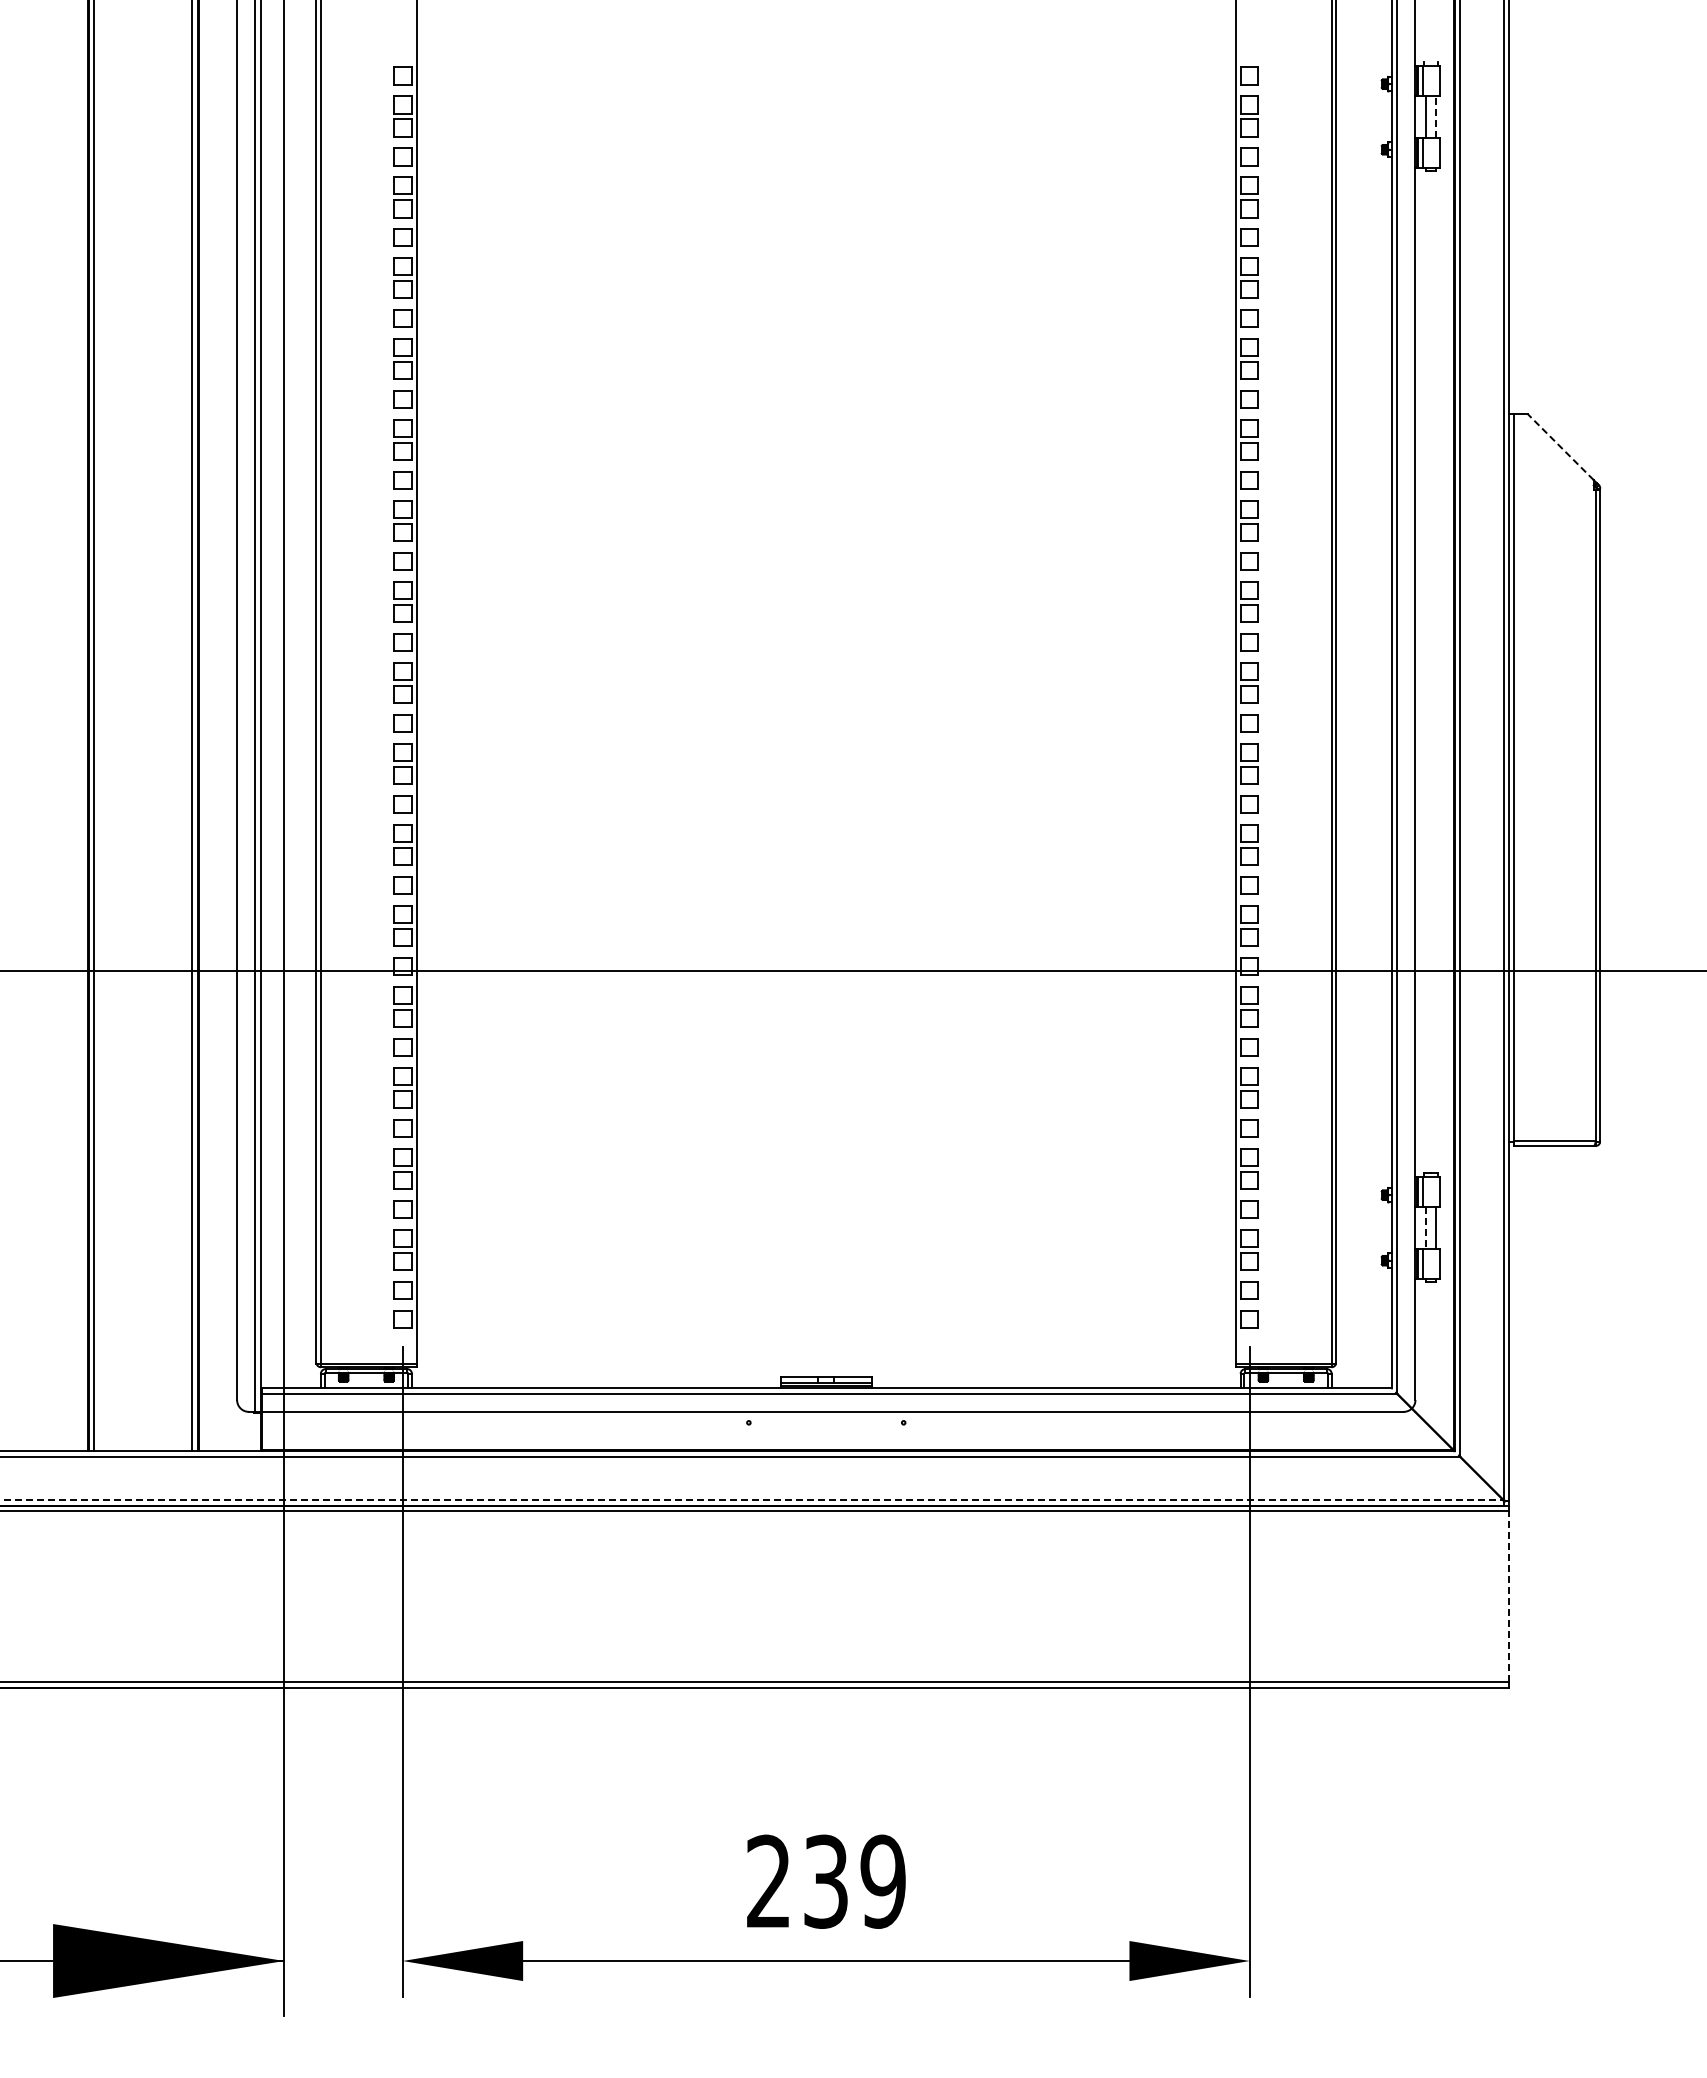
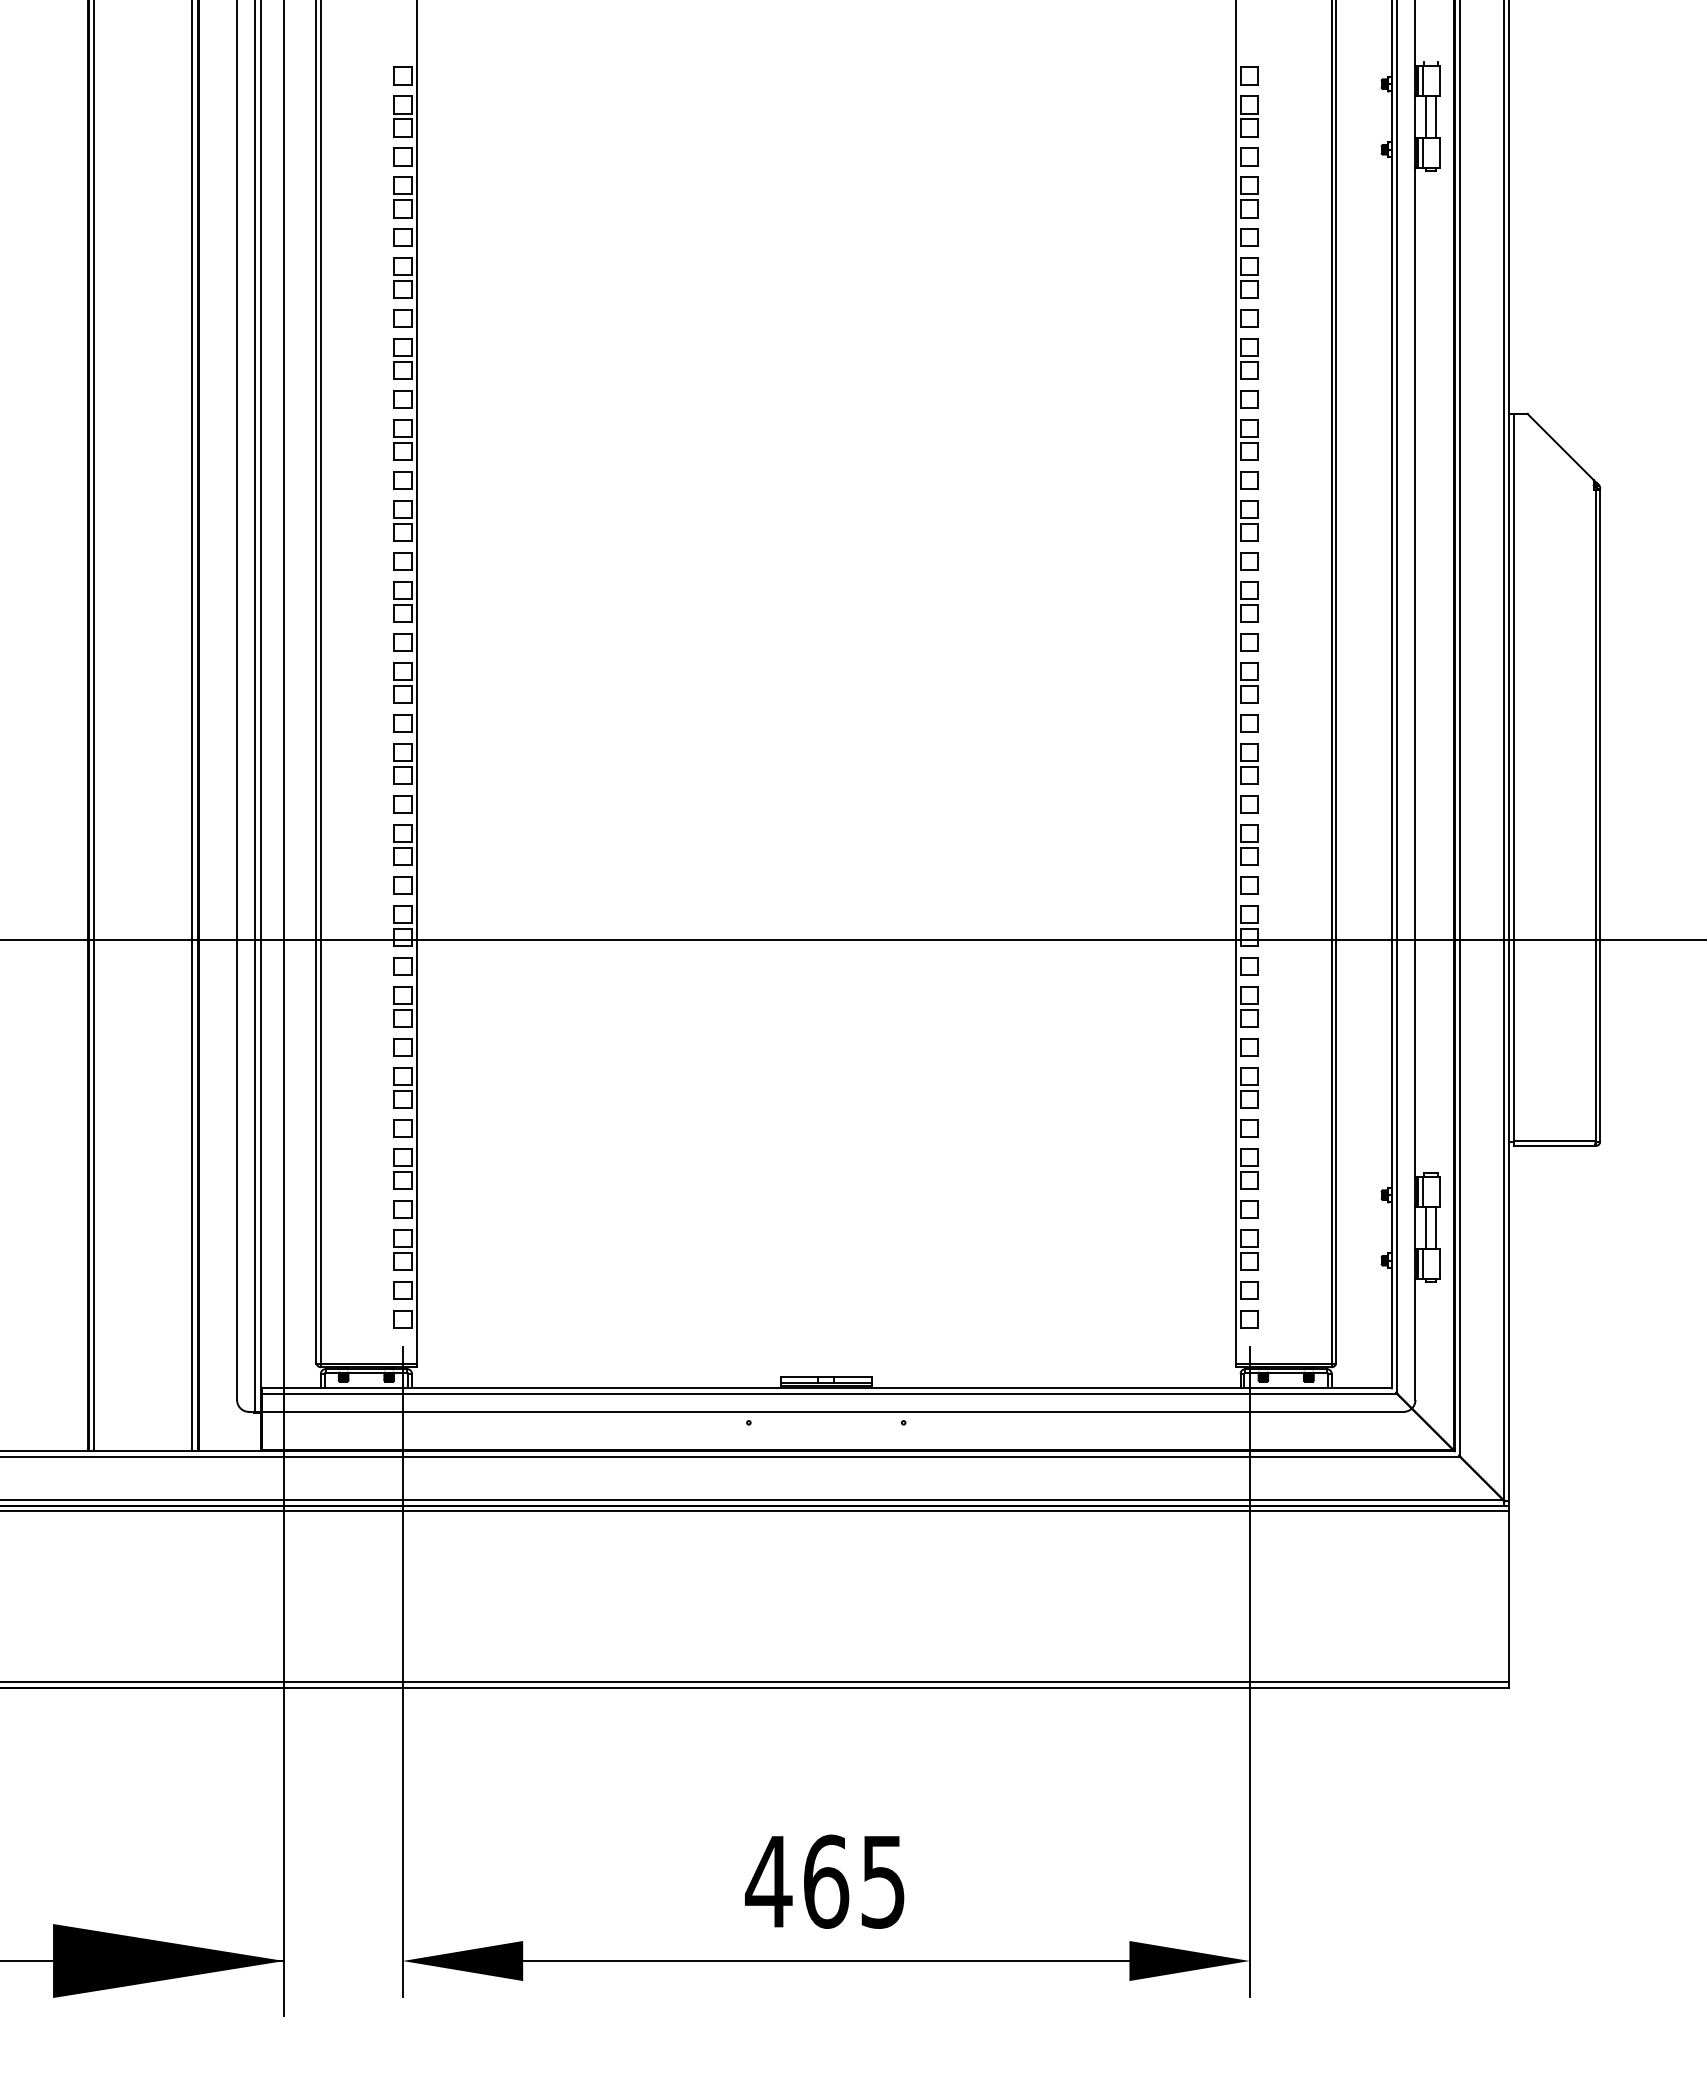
line at (1436, 116): dashed -> solid
line at (1560, 446): dashed -> solid
line at (852, 970) position: (852, 970) -> (852, 939)
line at (1425, 1227): dashed -> solid
line at (752, 1500): dashed -> solid
line at (1509, 1596): dashed -> solid
text at (825, 1881): 239 -> 465
